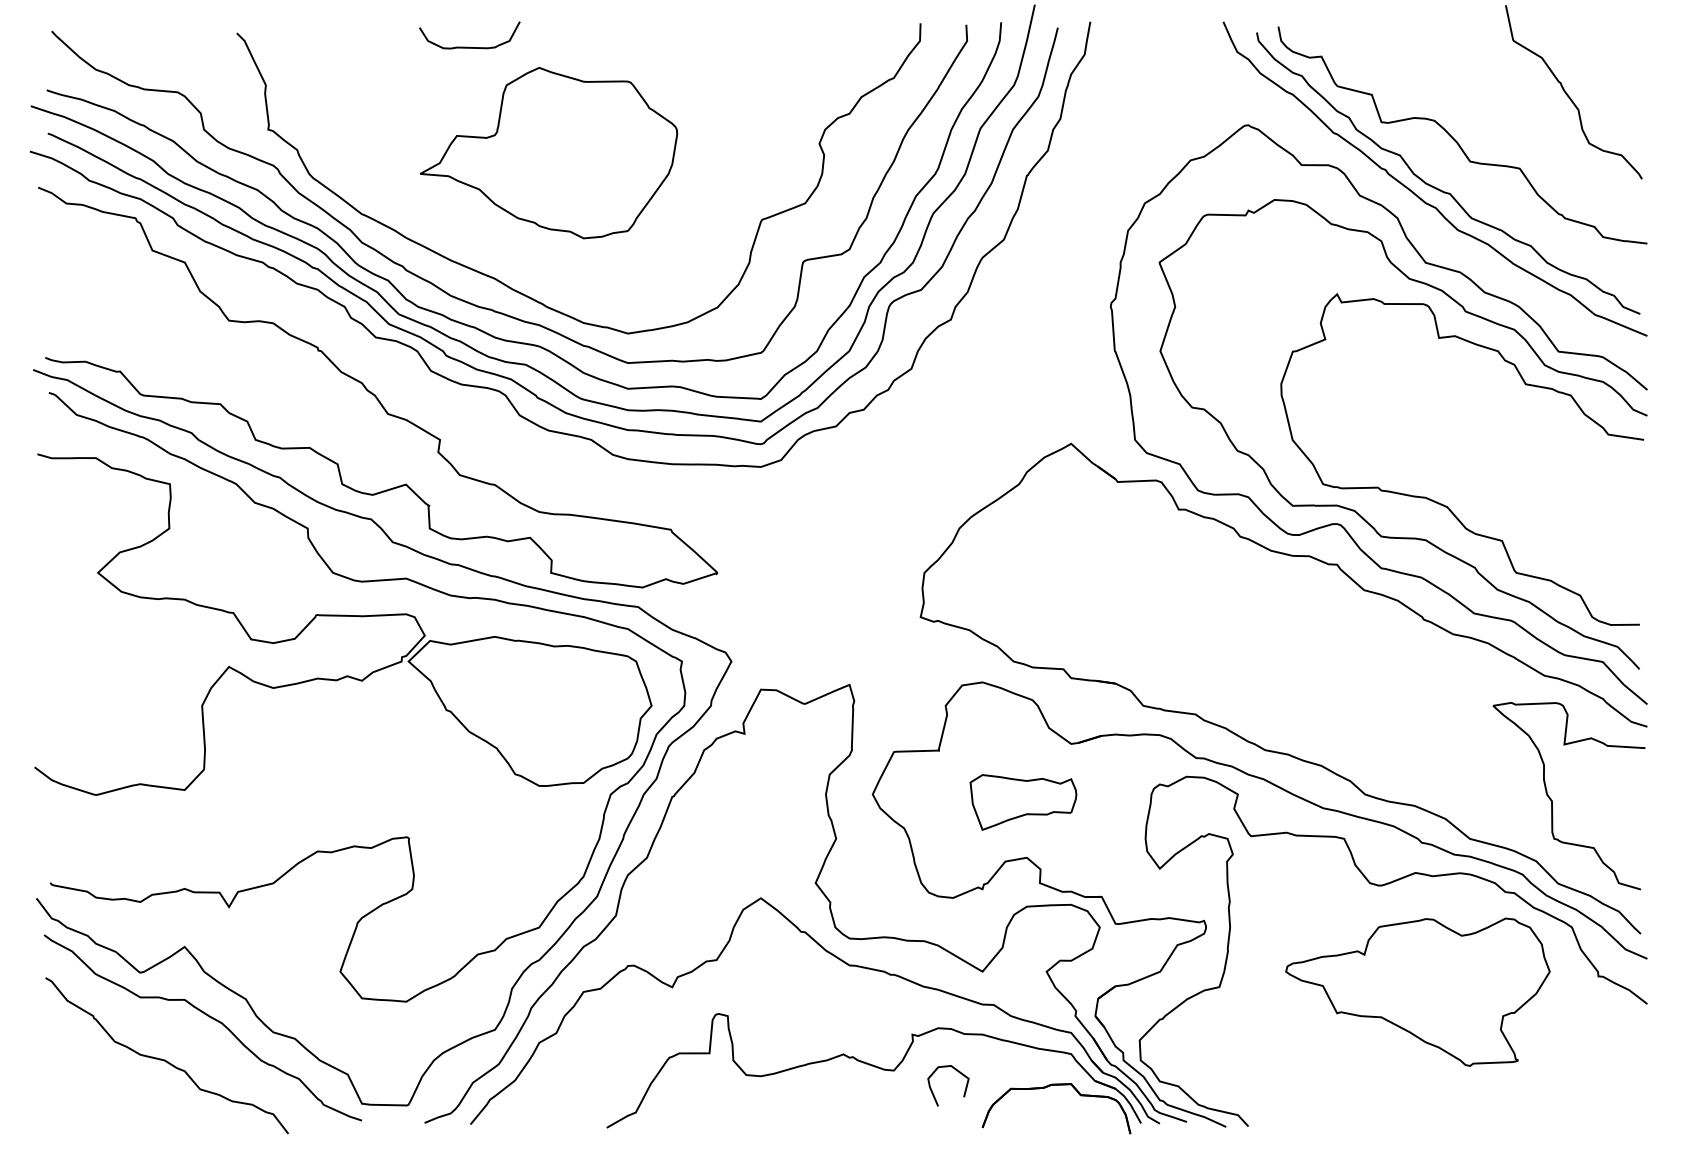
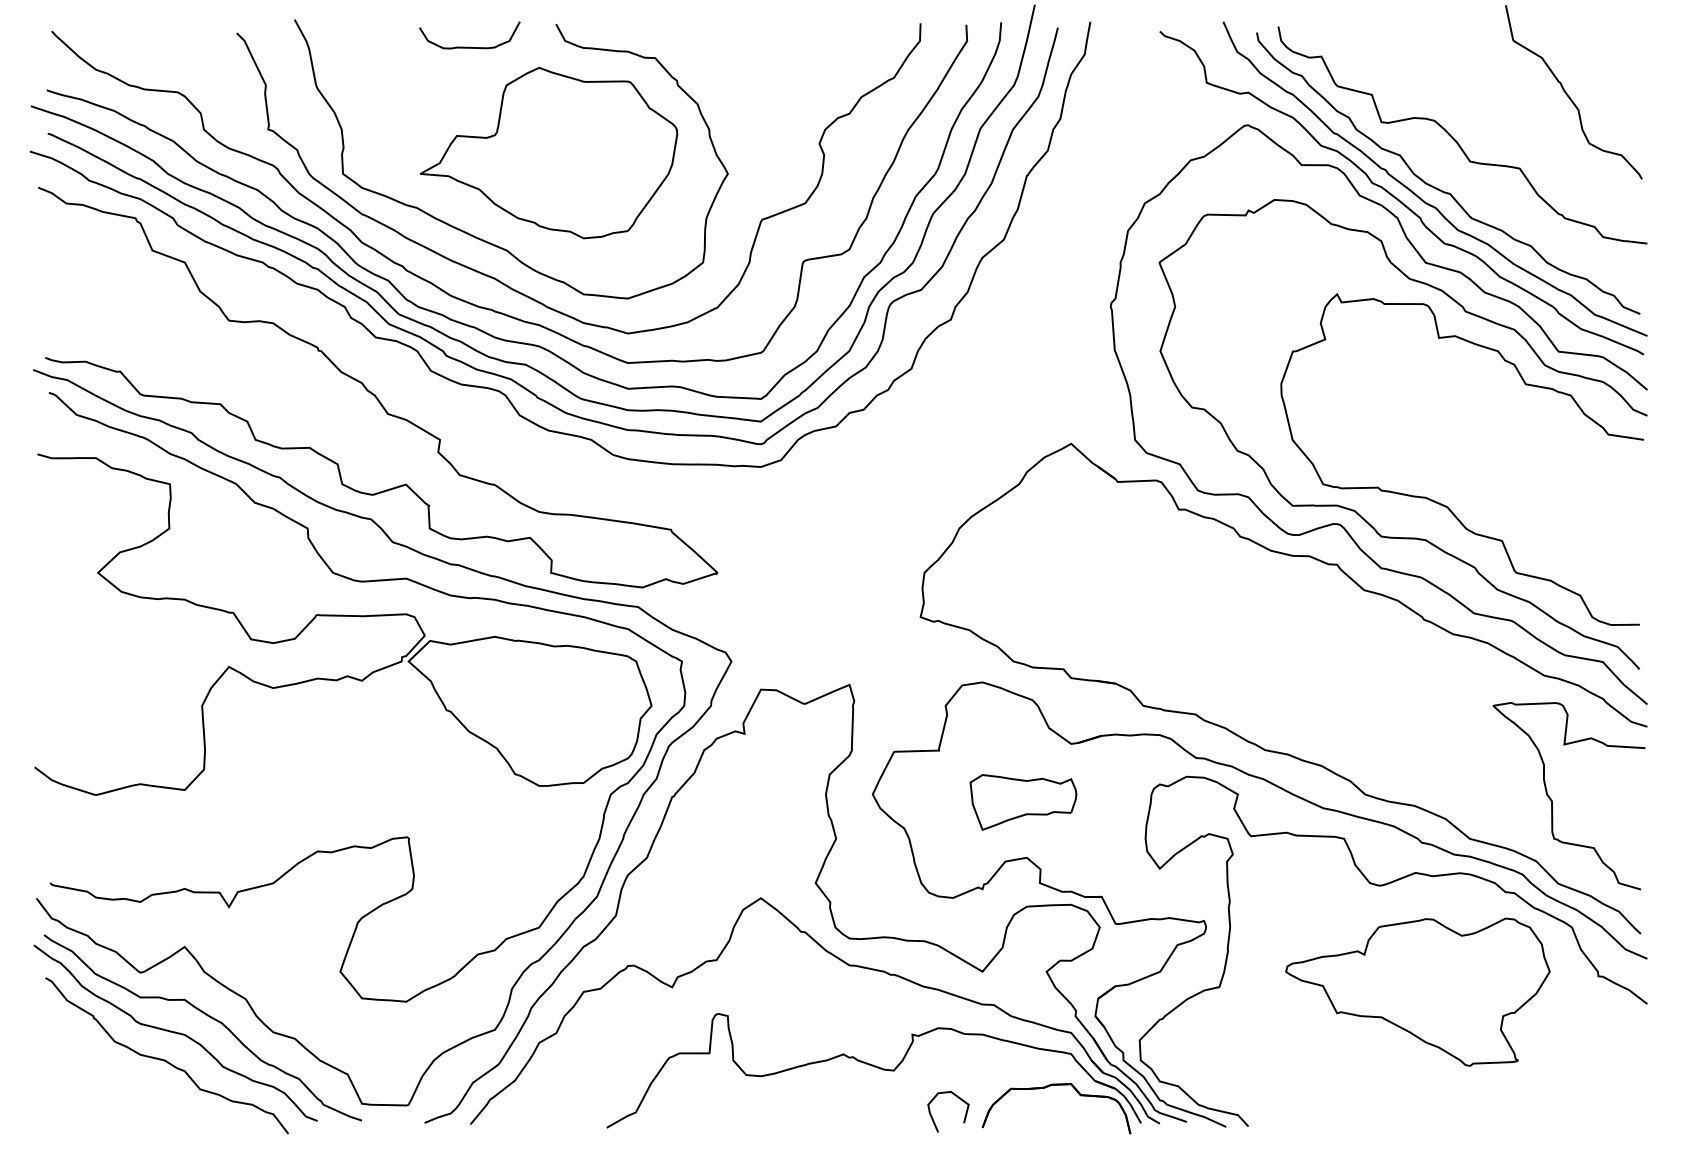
curve at (1398, 198): none -> present
curve at (481, 238): none -> present
curve at (175, 1032): none -> present
curve at (959, 1073) position: (959, 1073) -> (959, 1099)
